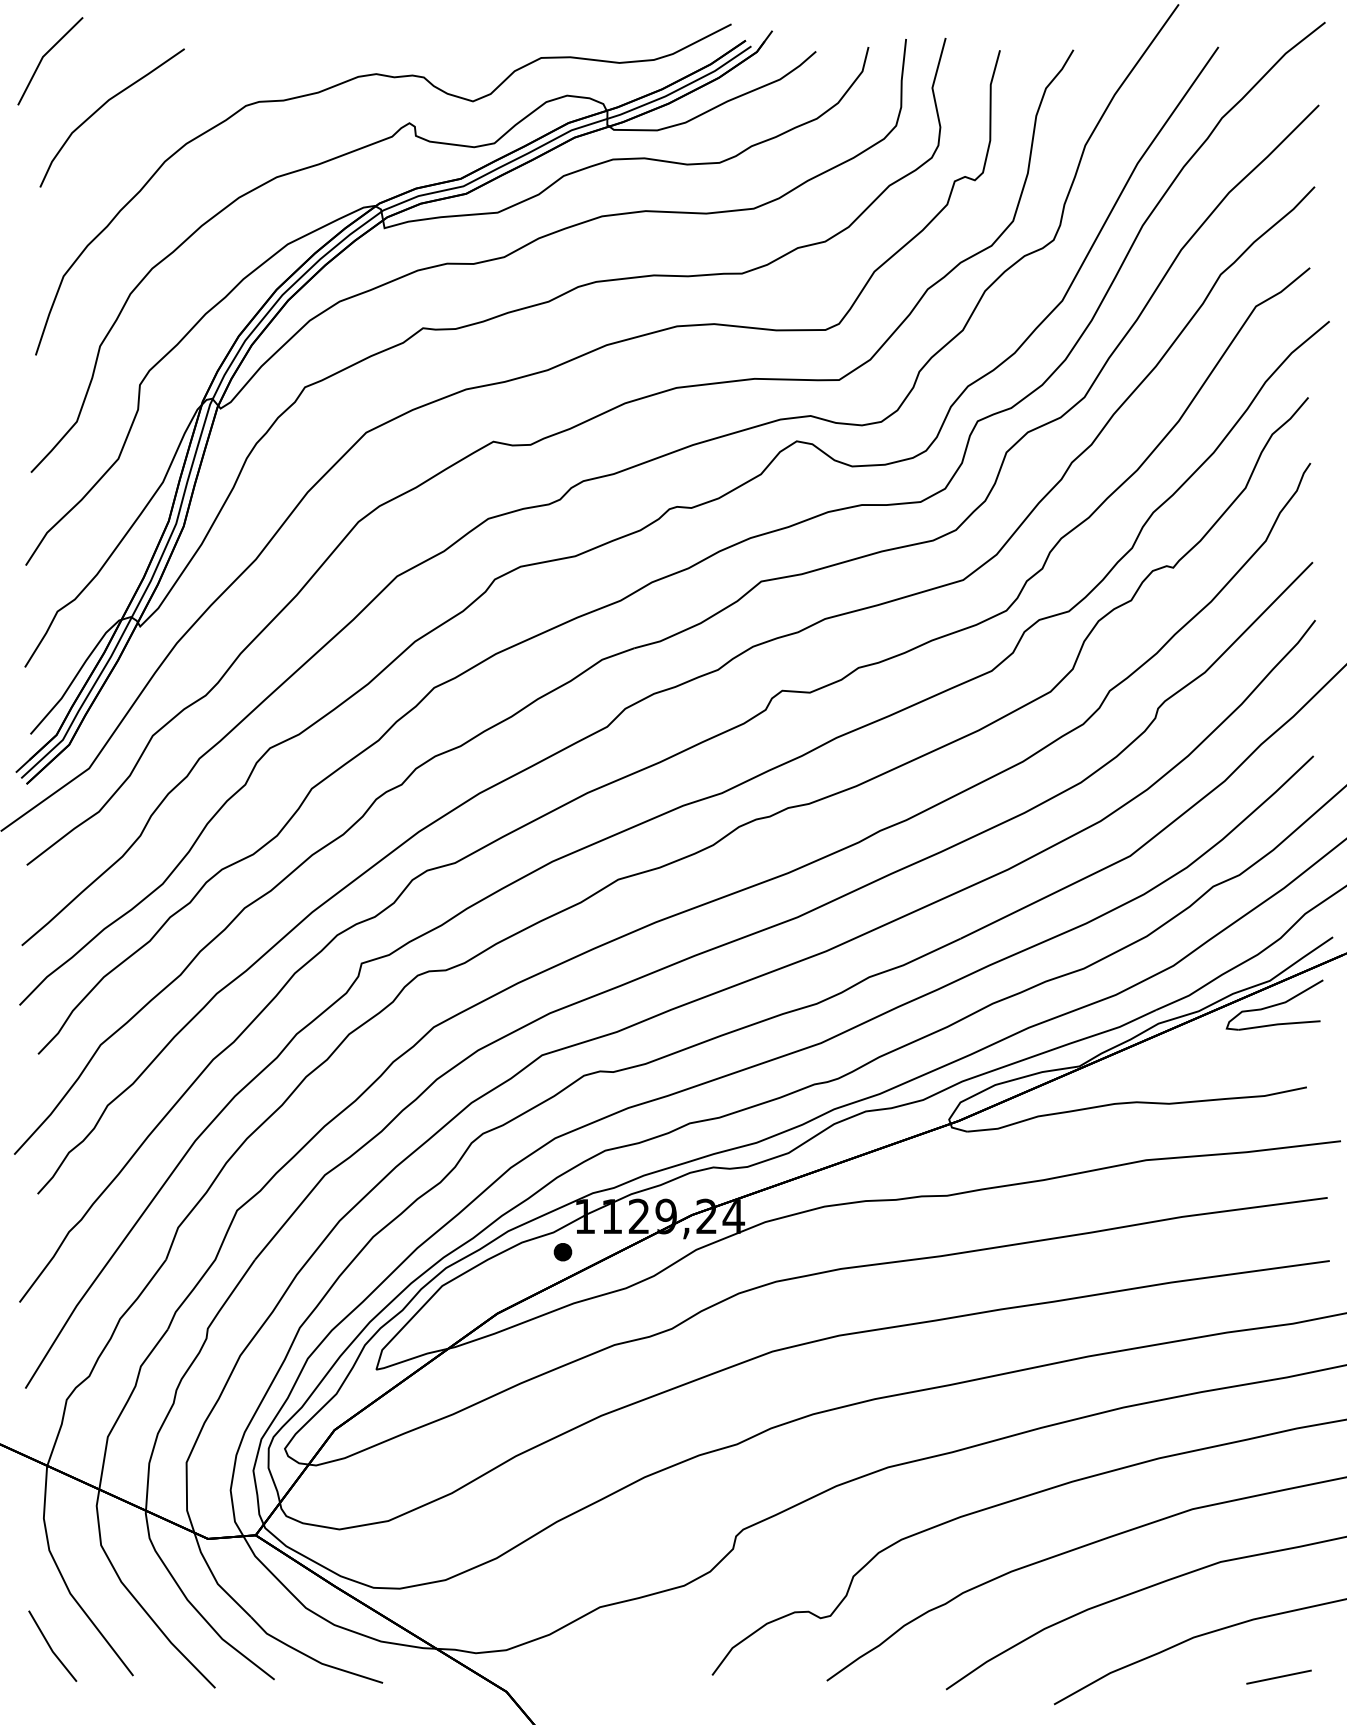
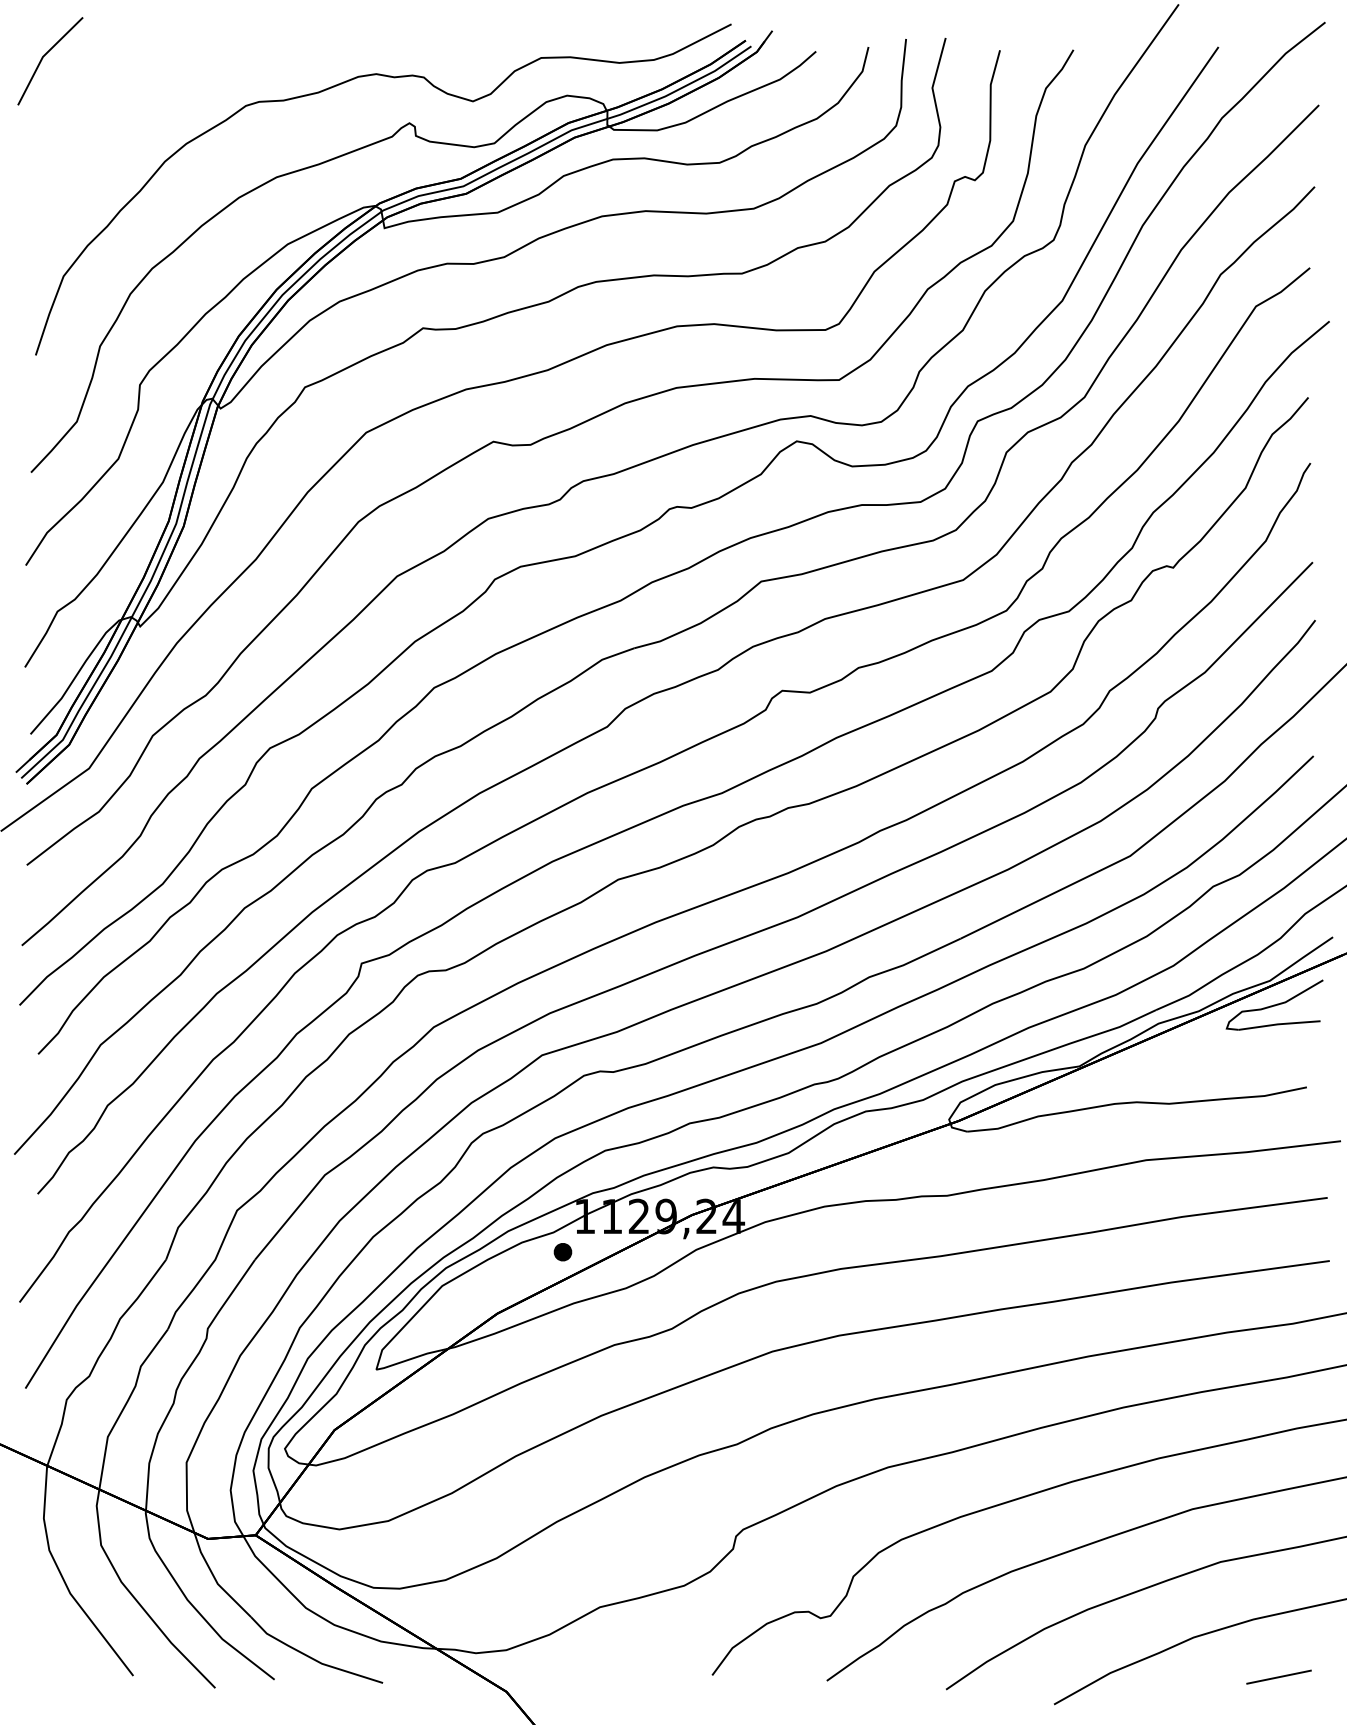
part at (102, 107): present -> none
line at (50, 1645): present -> none
